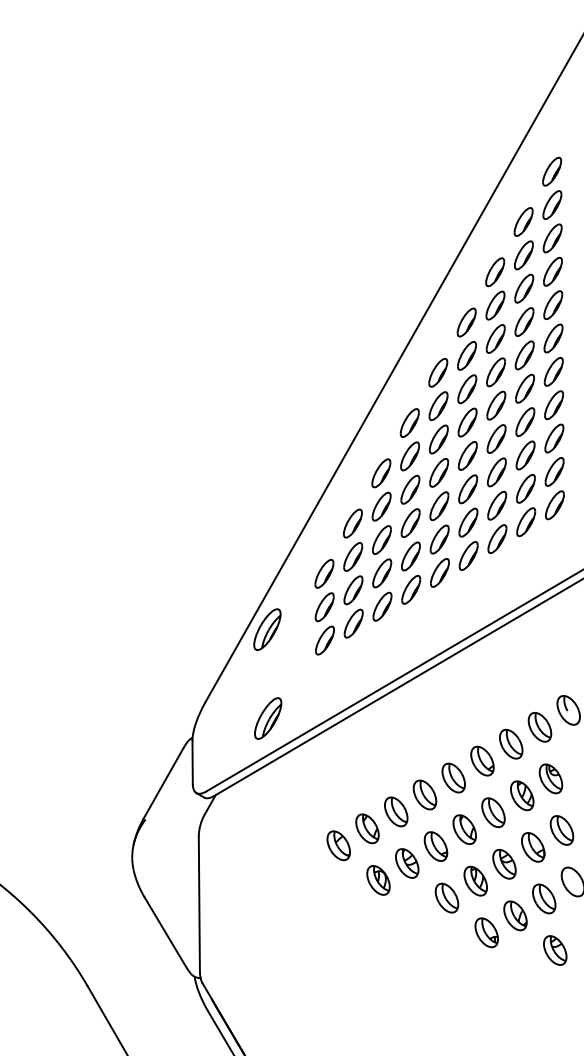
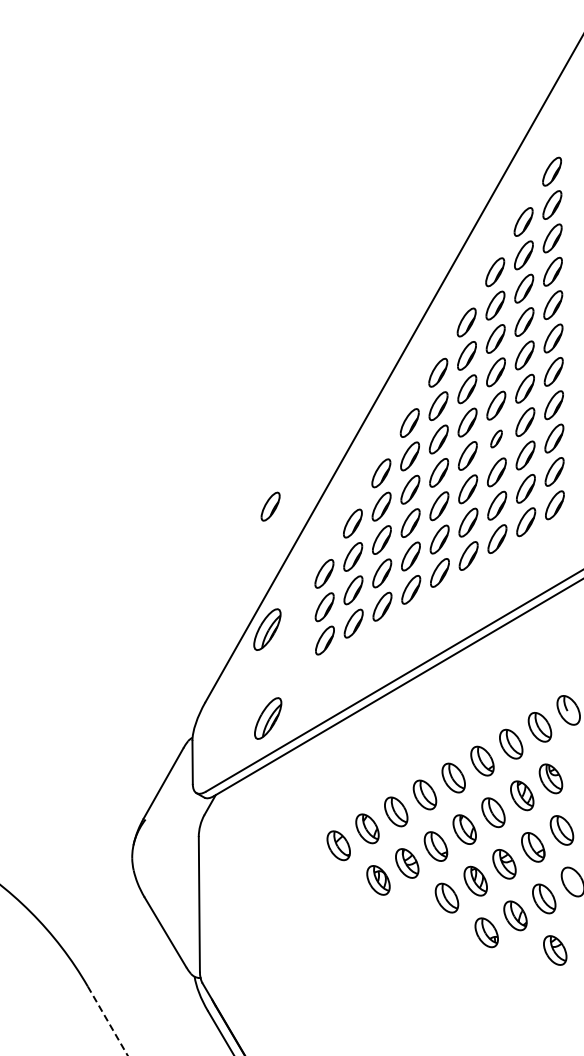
part at (496, 438) size: 21x30 px -> 13x20 px
part at (270, 506): none -> present
line at (107, 1021): solid -> dashed
